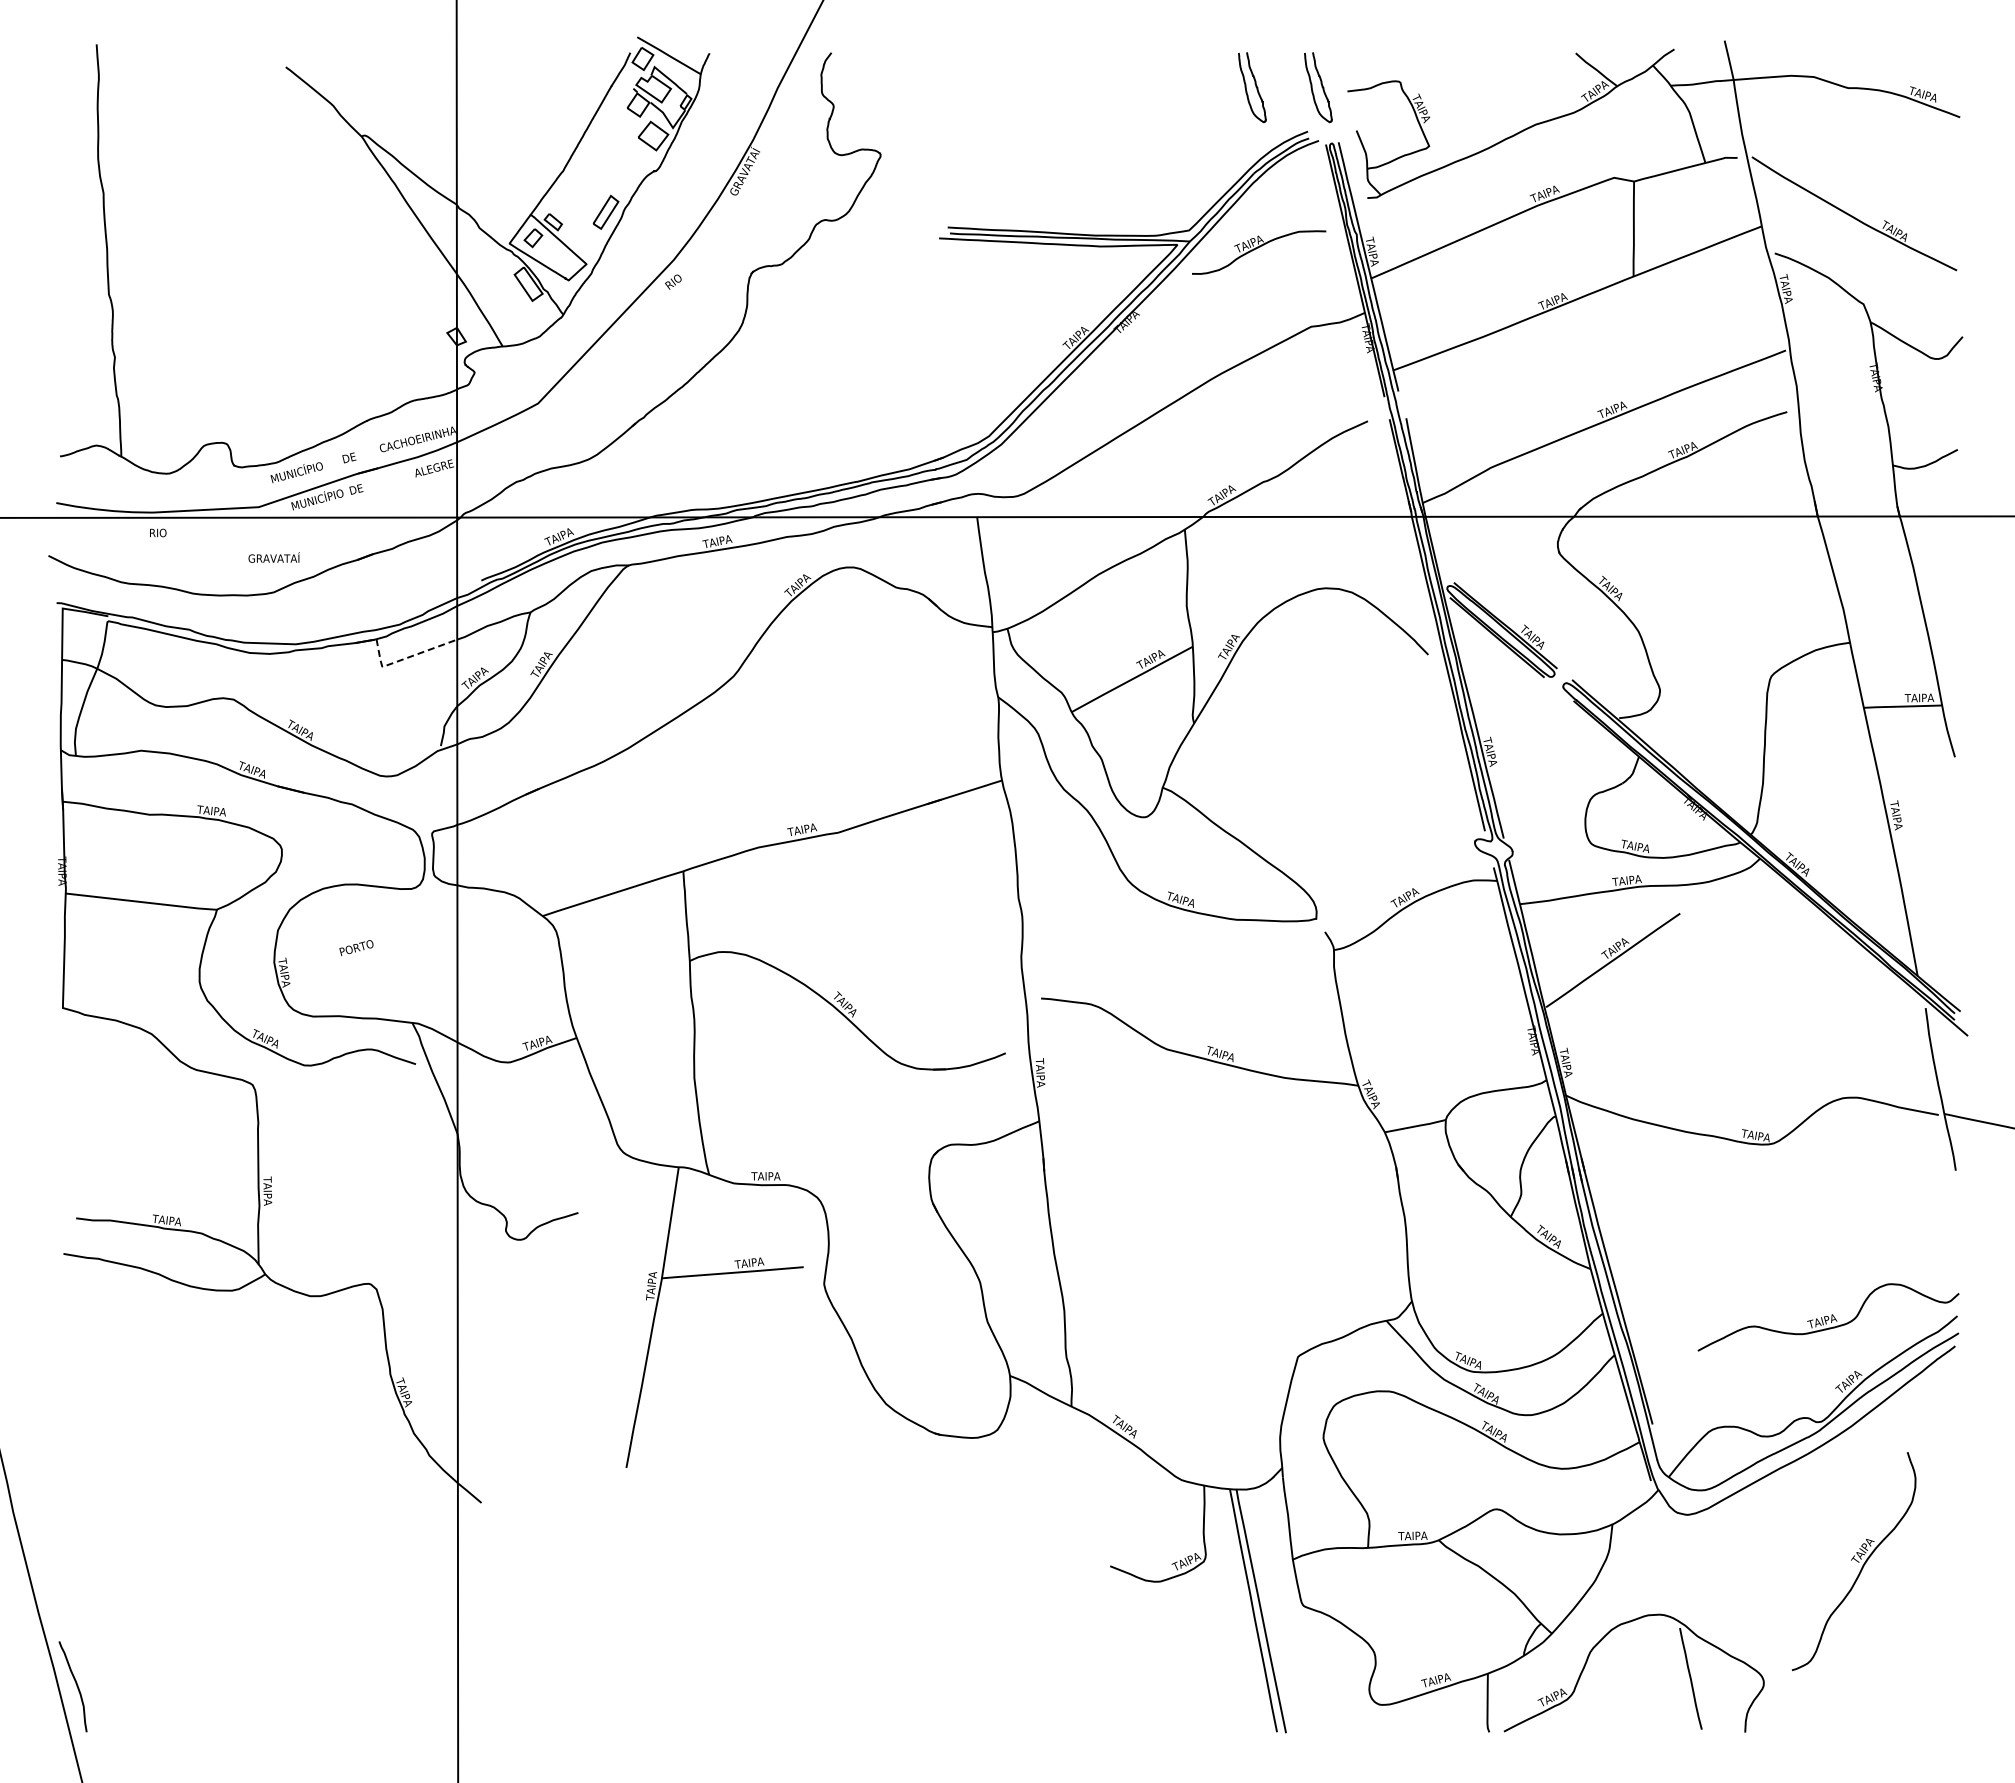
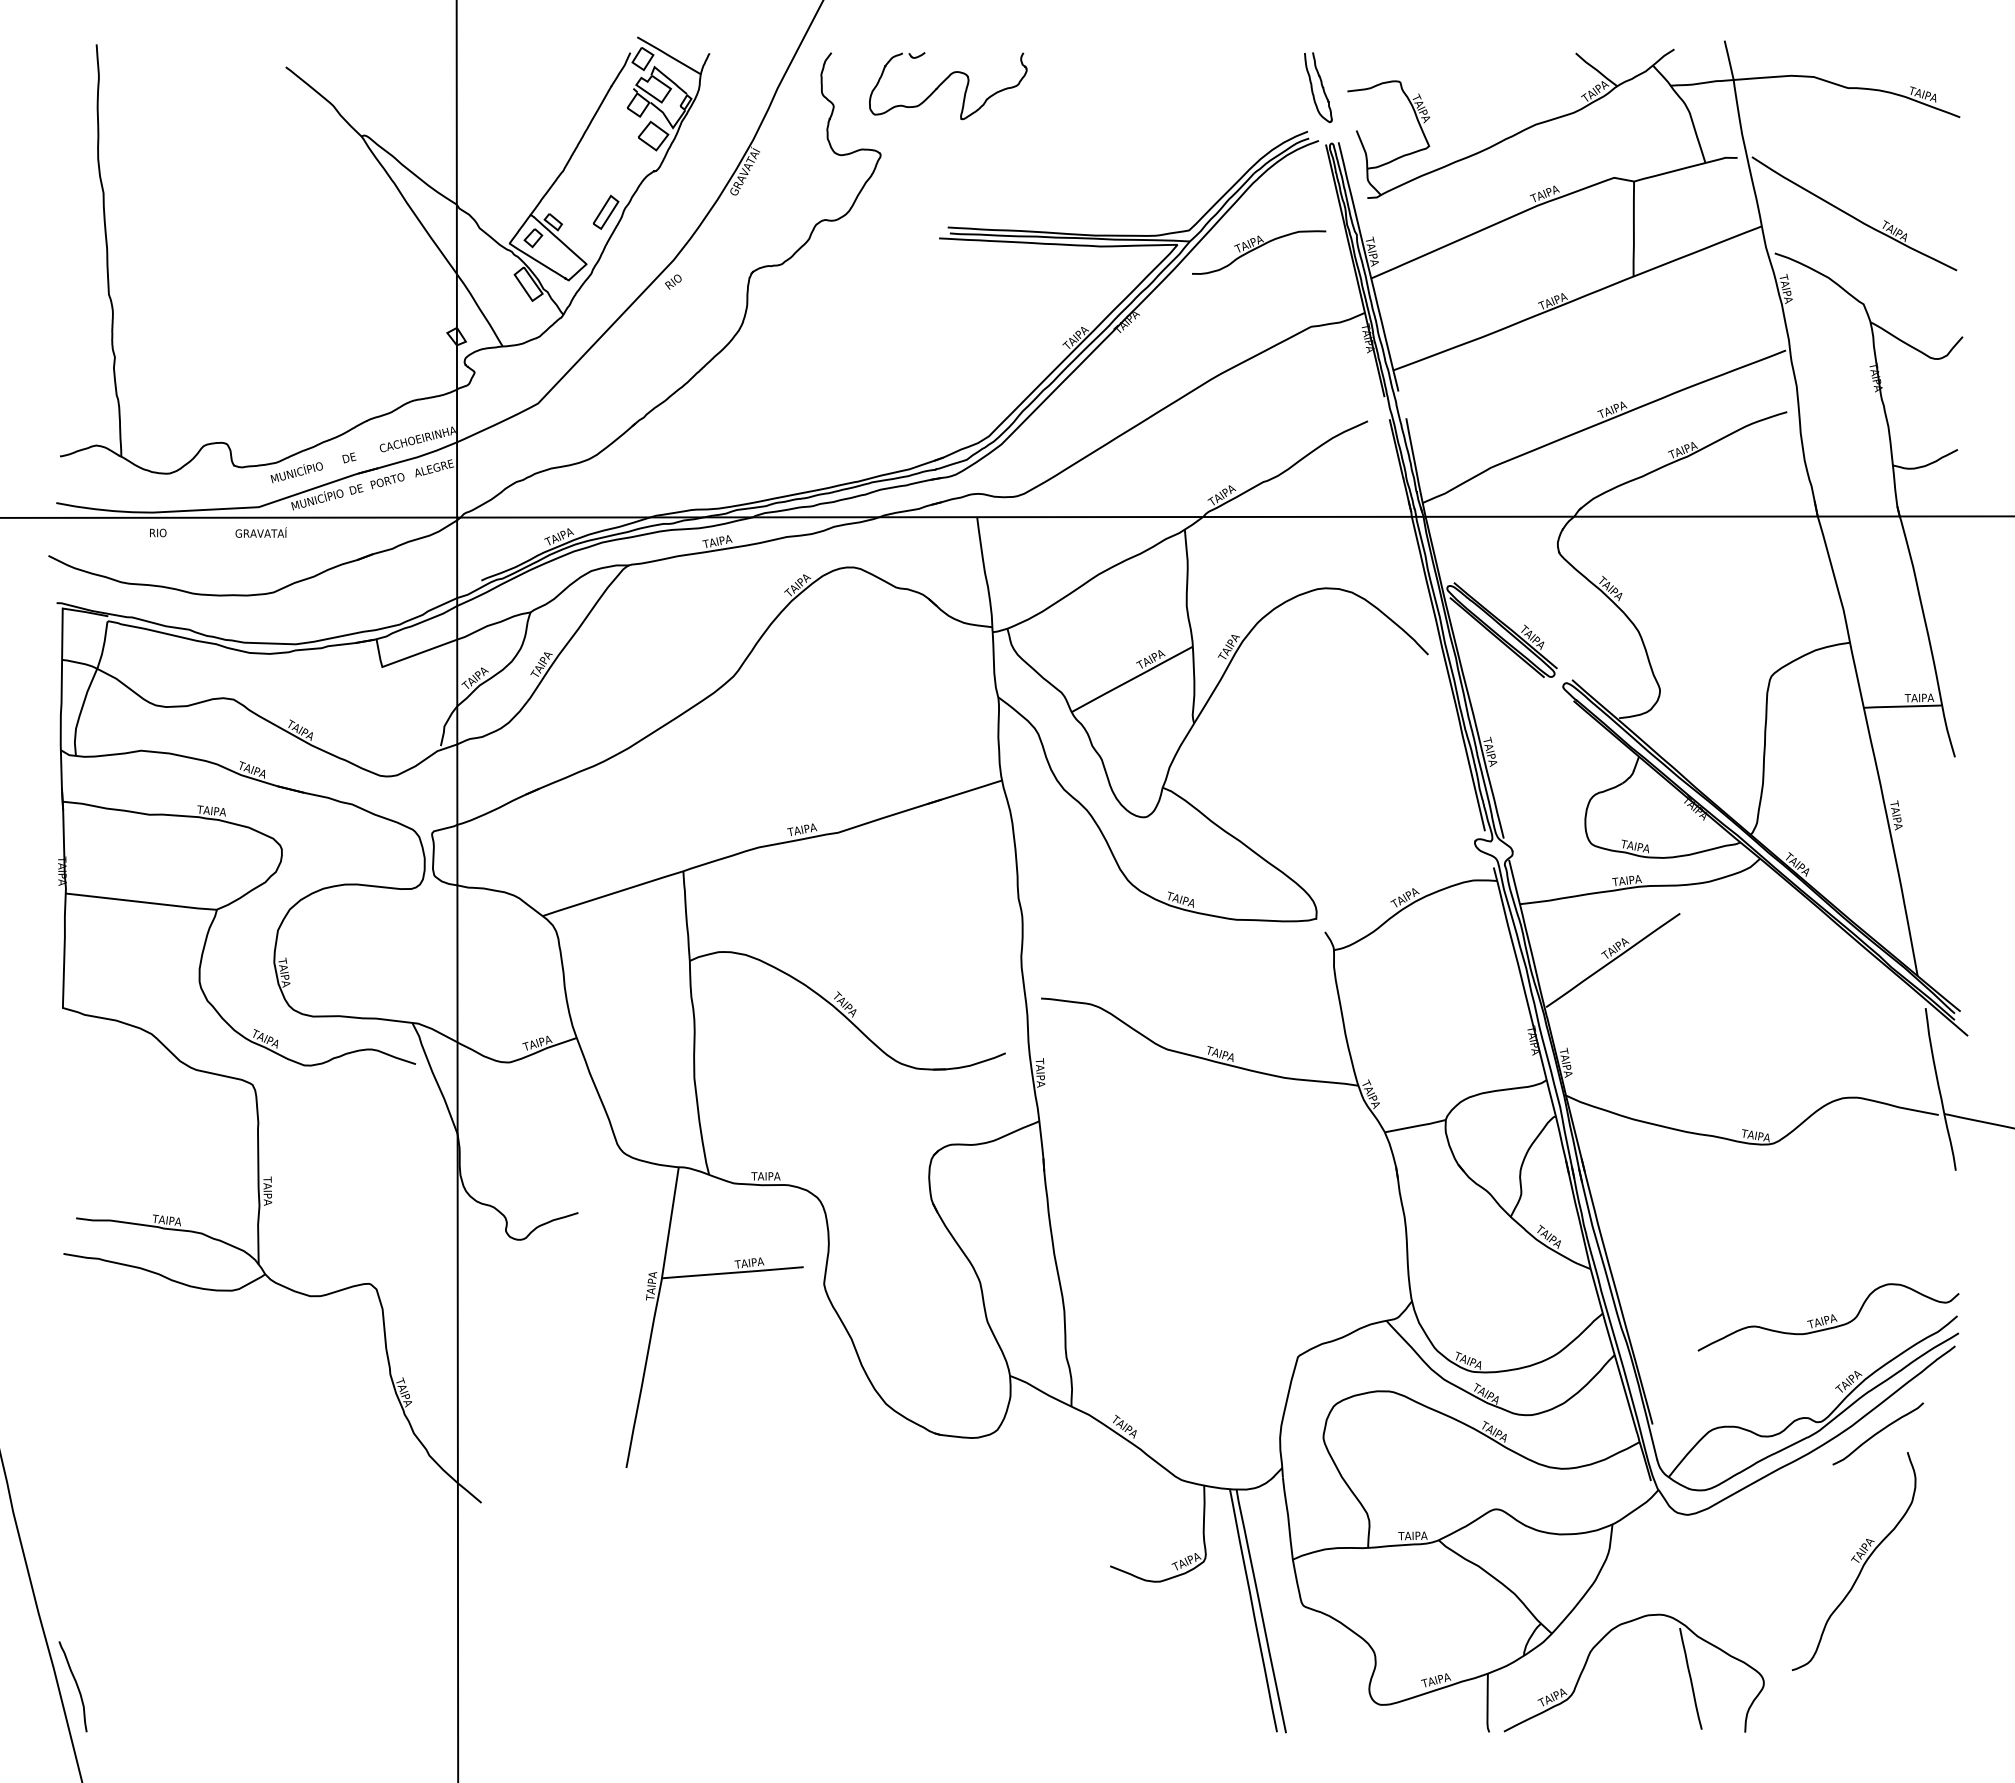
part at (948, 86): none -> present
curve at (1255, 87): present -> none
text at (273, 557) position: (273, 557) -> (260, 532)
line at (404, 658): dashed -> solid
text at (356, 948) position: (356, 948) -> (387, 481)
curve at (1877, 1433): none -> present
